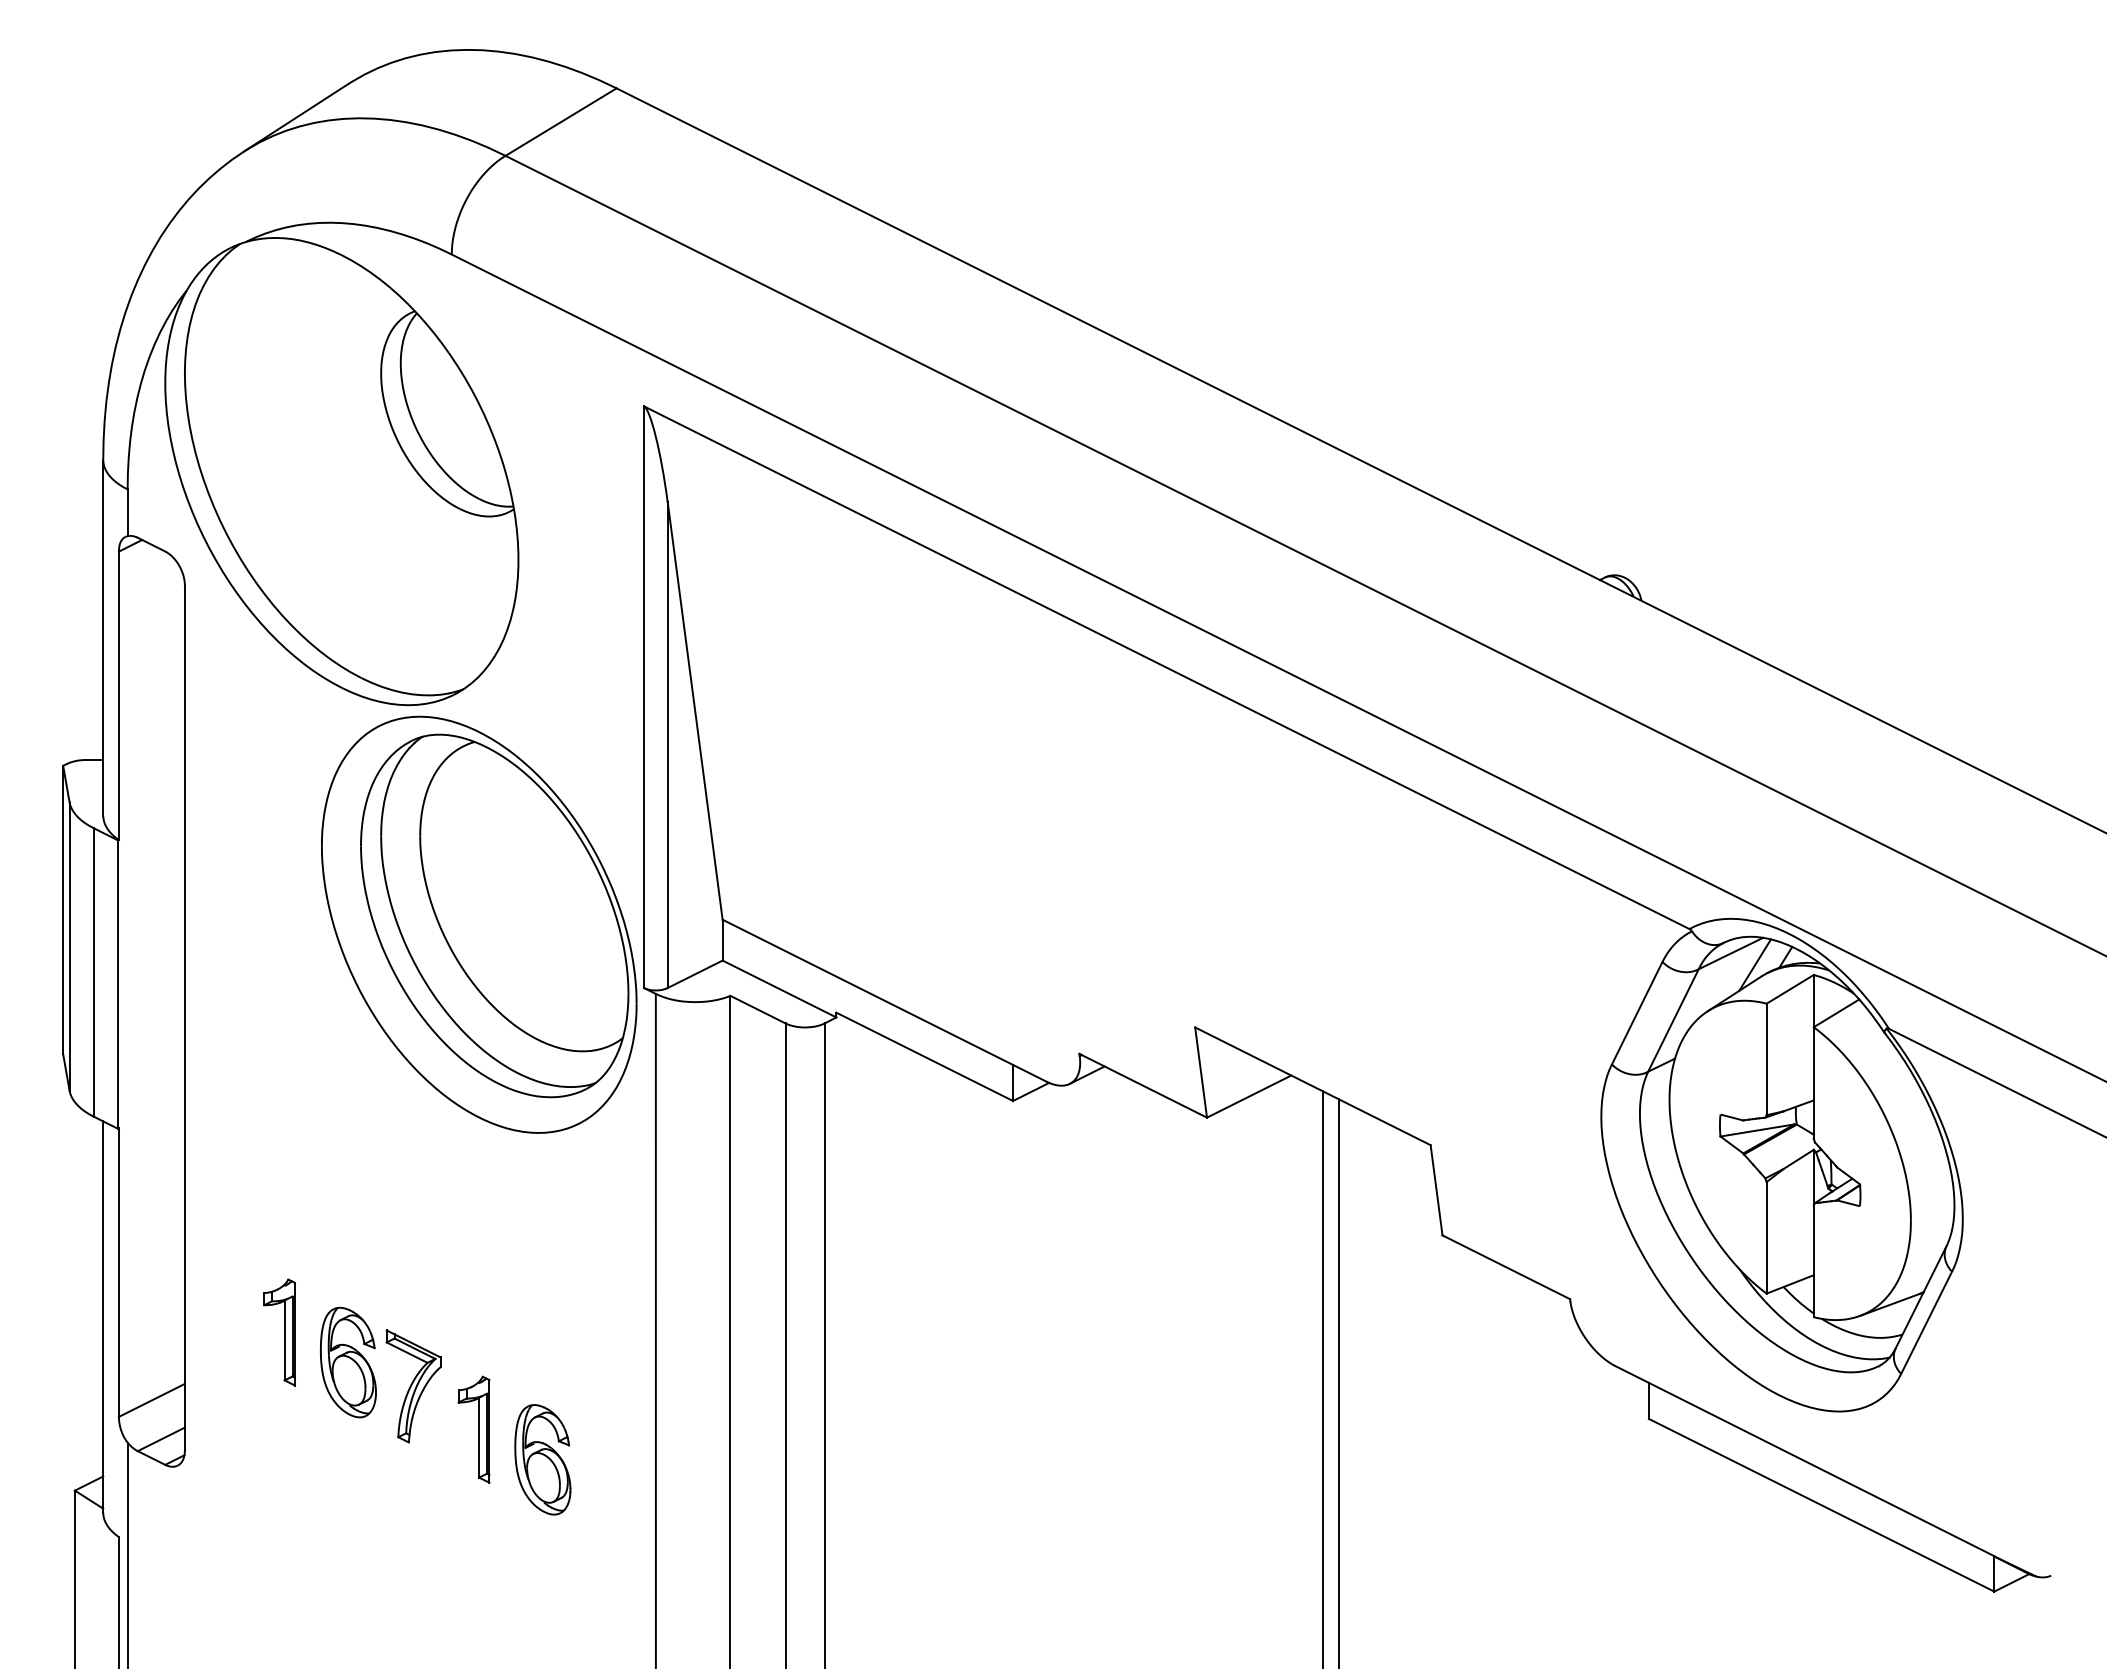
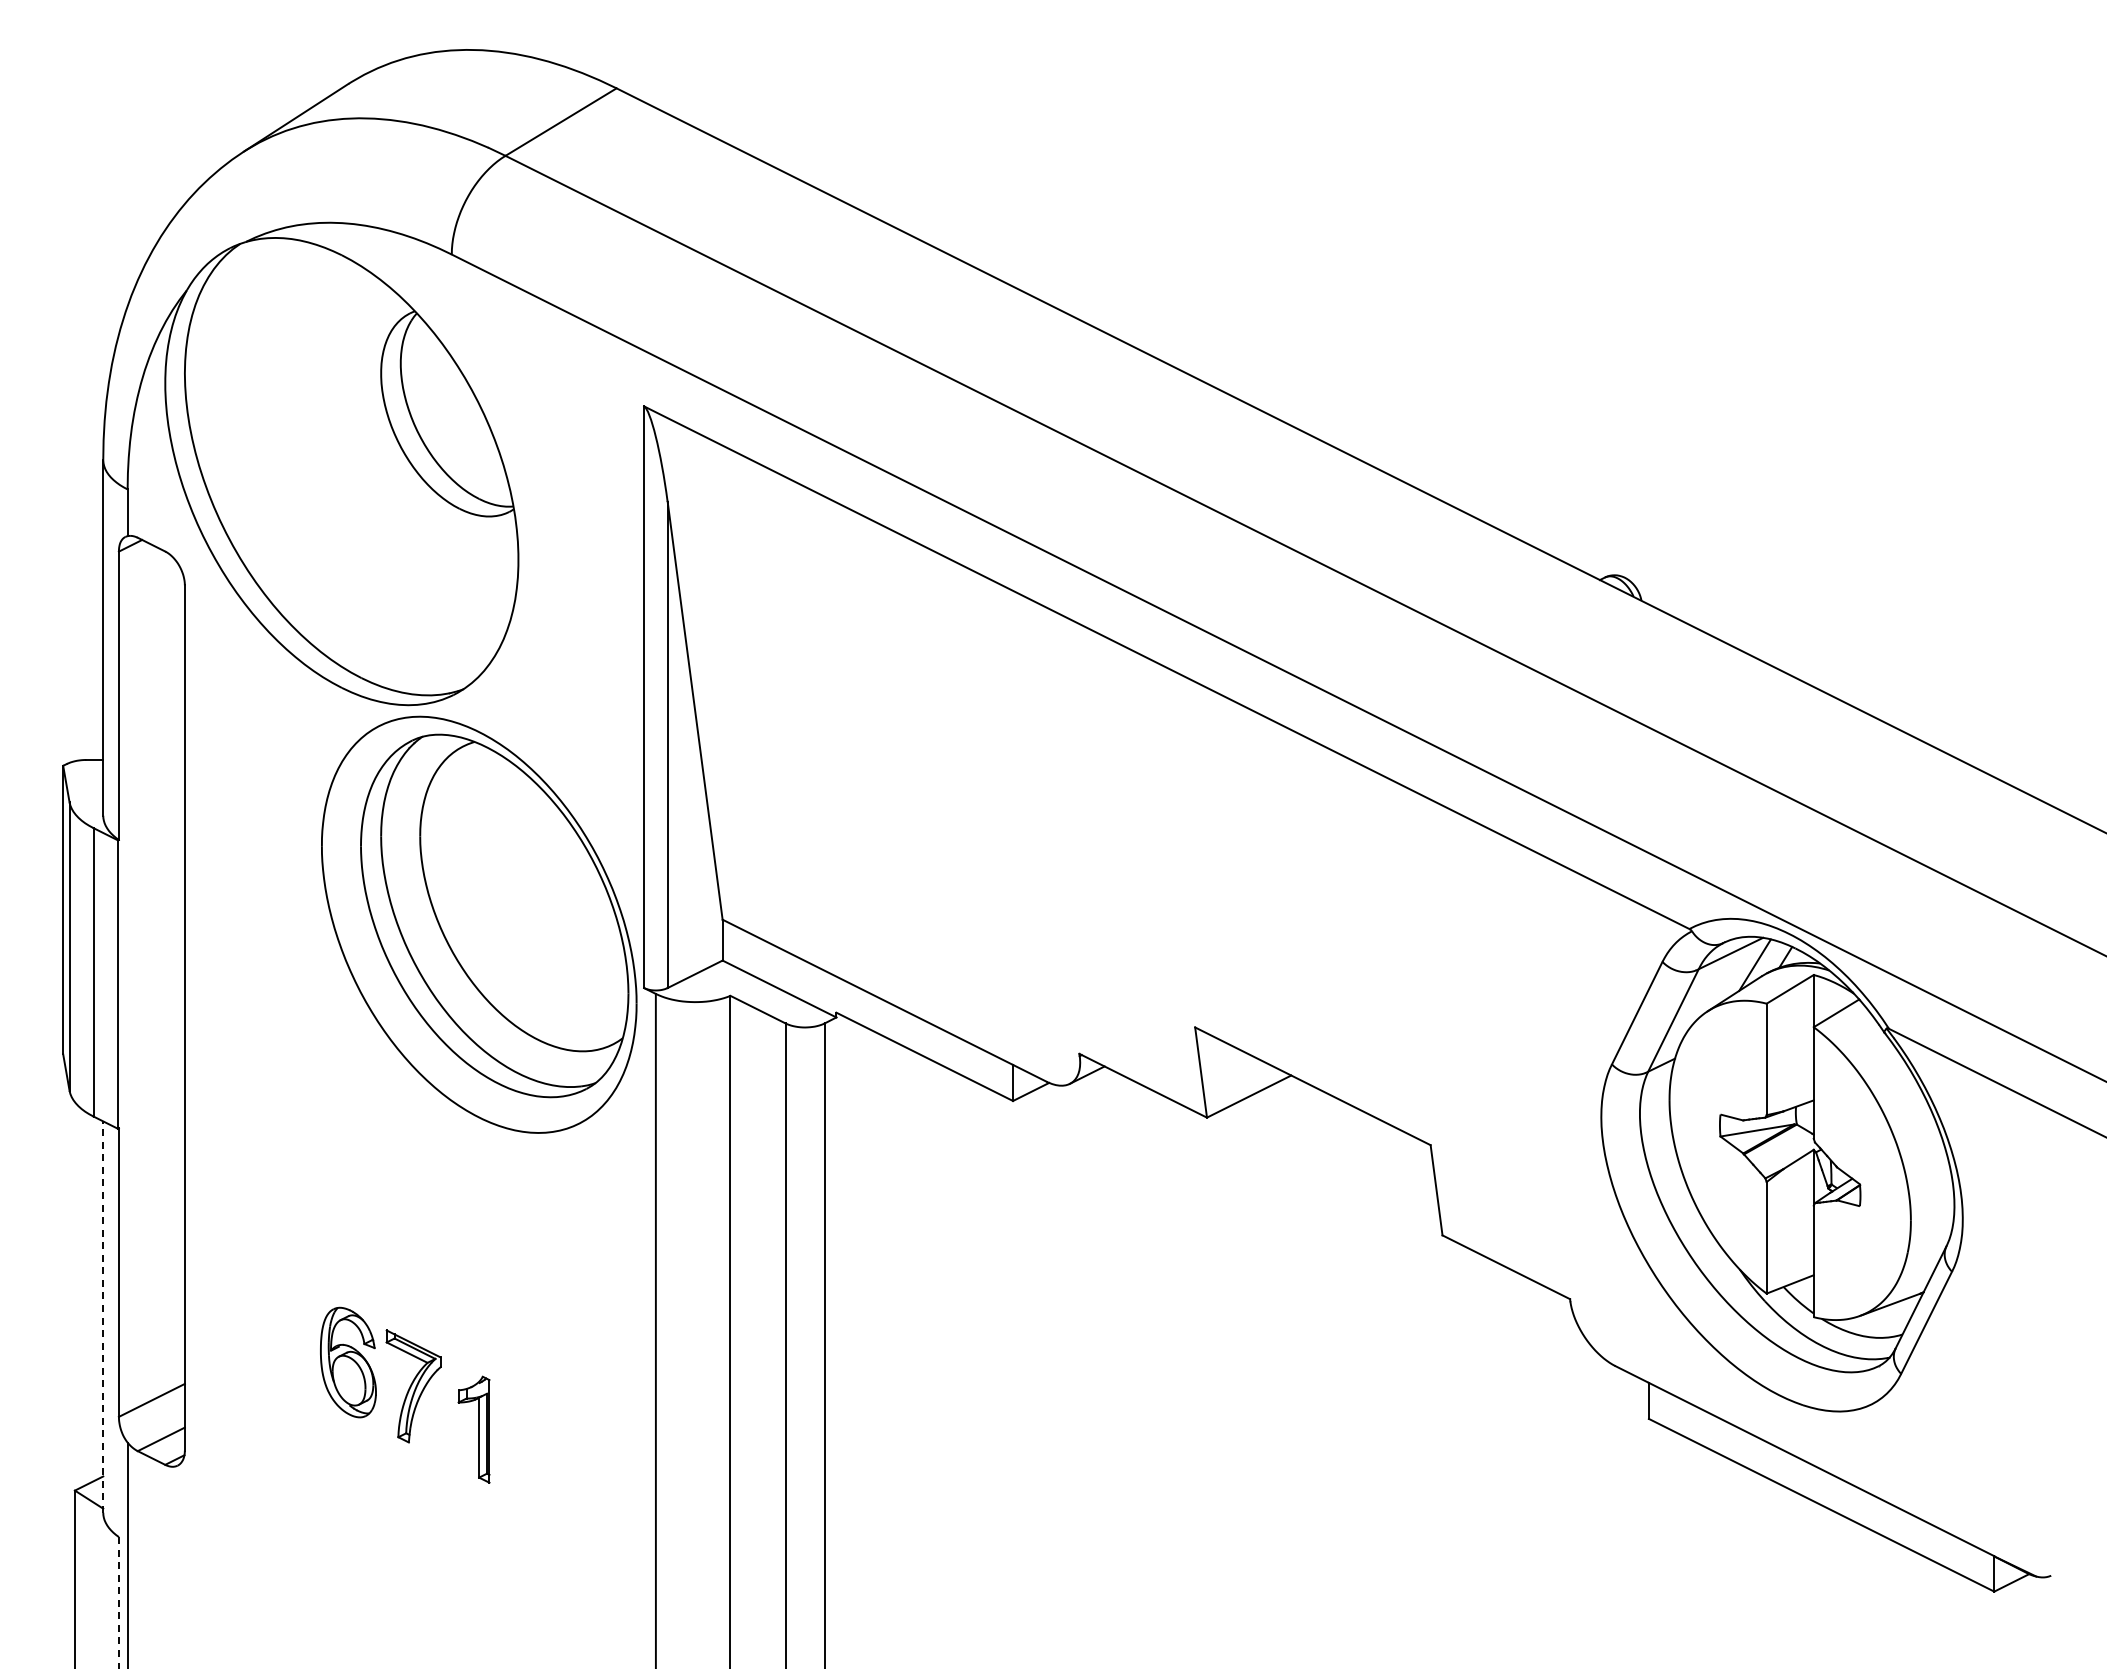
line at (103, 1317): solid -> dashed
part at (279, 1332): present -> none
line at (1323, 1378): present -> none
line at (1339, 1382): present -> none
part at (542, 1459): present -> none
line at (118, 1603): solid -> dashed
